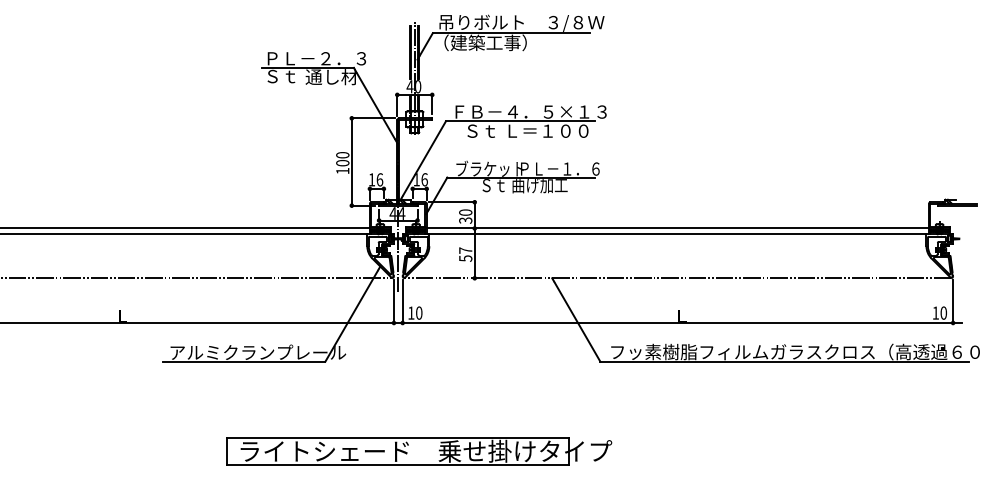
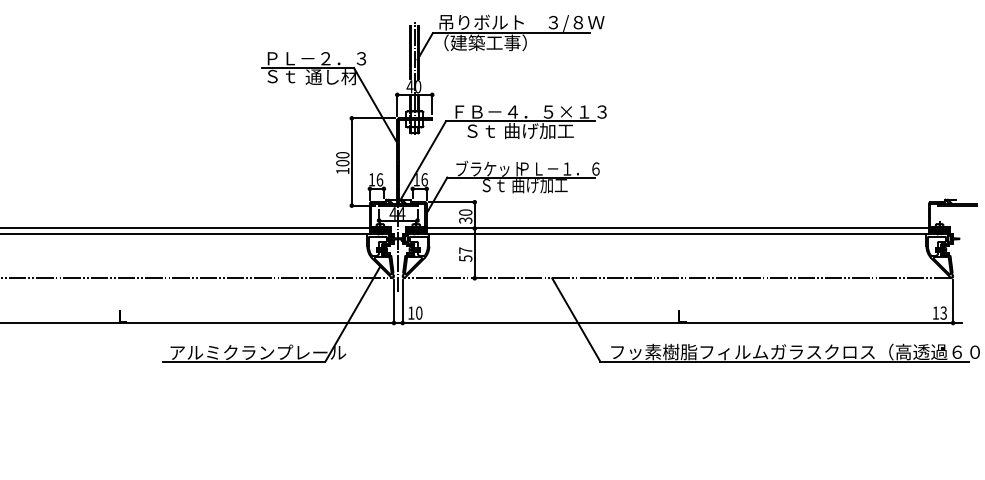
text at (546, 131): Ｓｔ Ｌ＝１００ -> Ｓｔ 曲げ加工
text at (943, 312): 10 -> 13
part at (419, 451): present -> none
